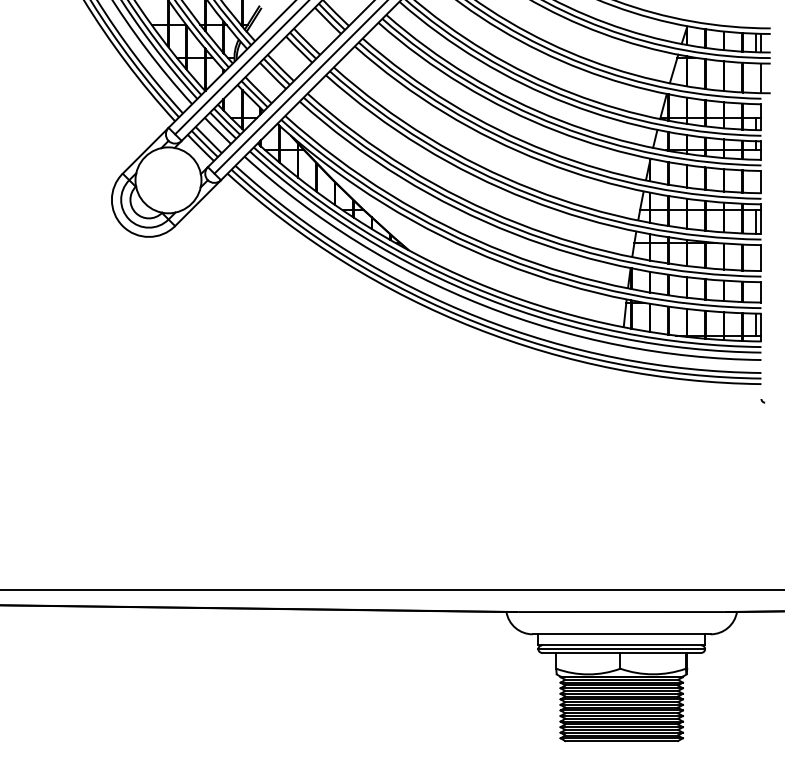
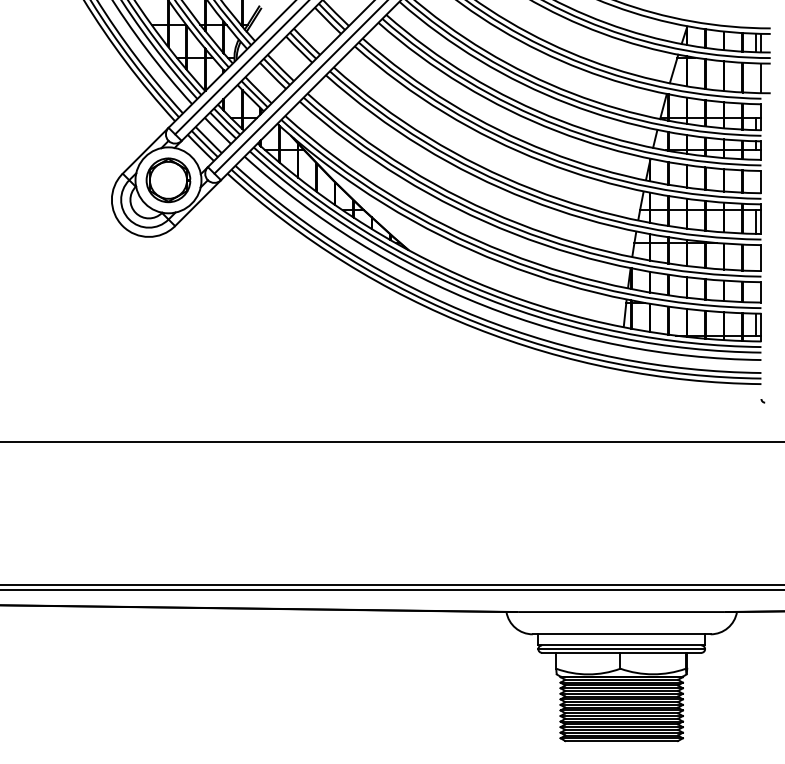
part at (168, 180): none -> present
line at (391, 441): none -> present
line at (391, 585): none -> present
